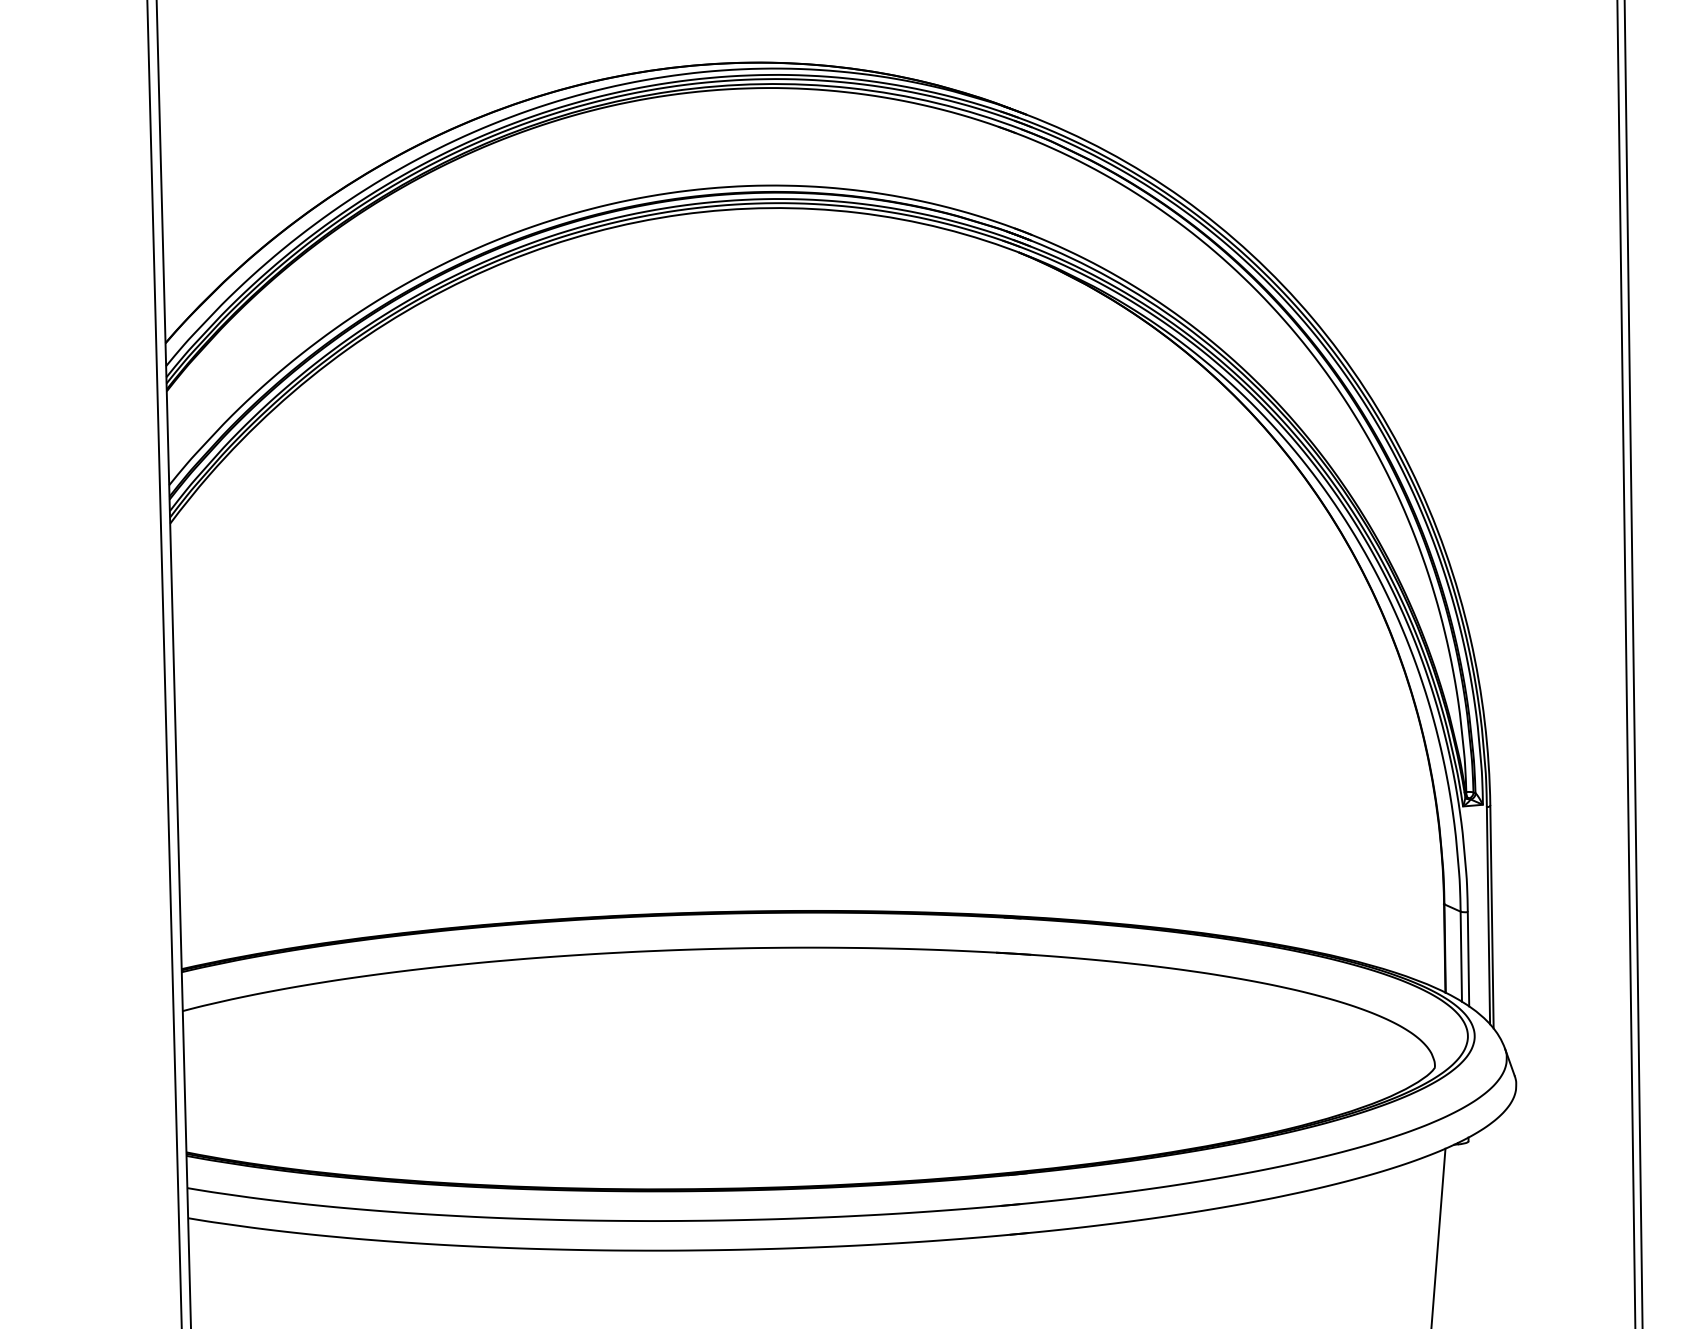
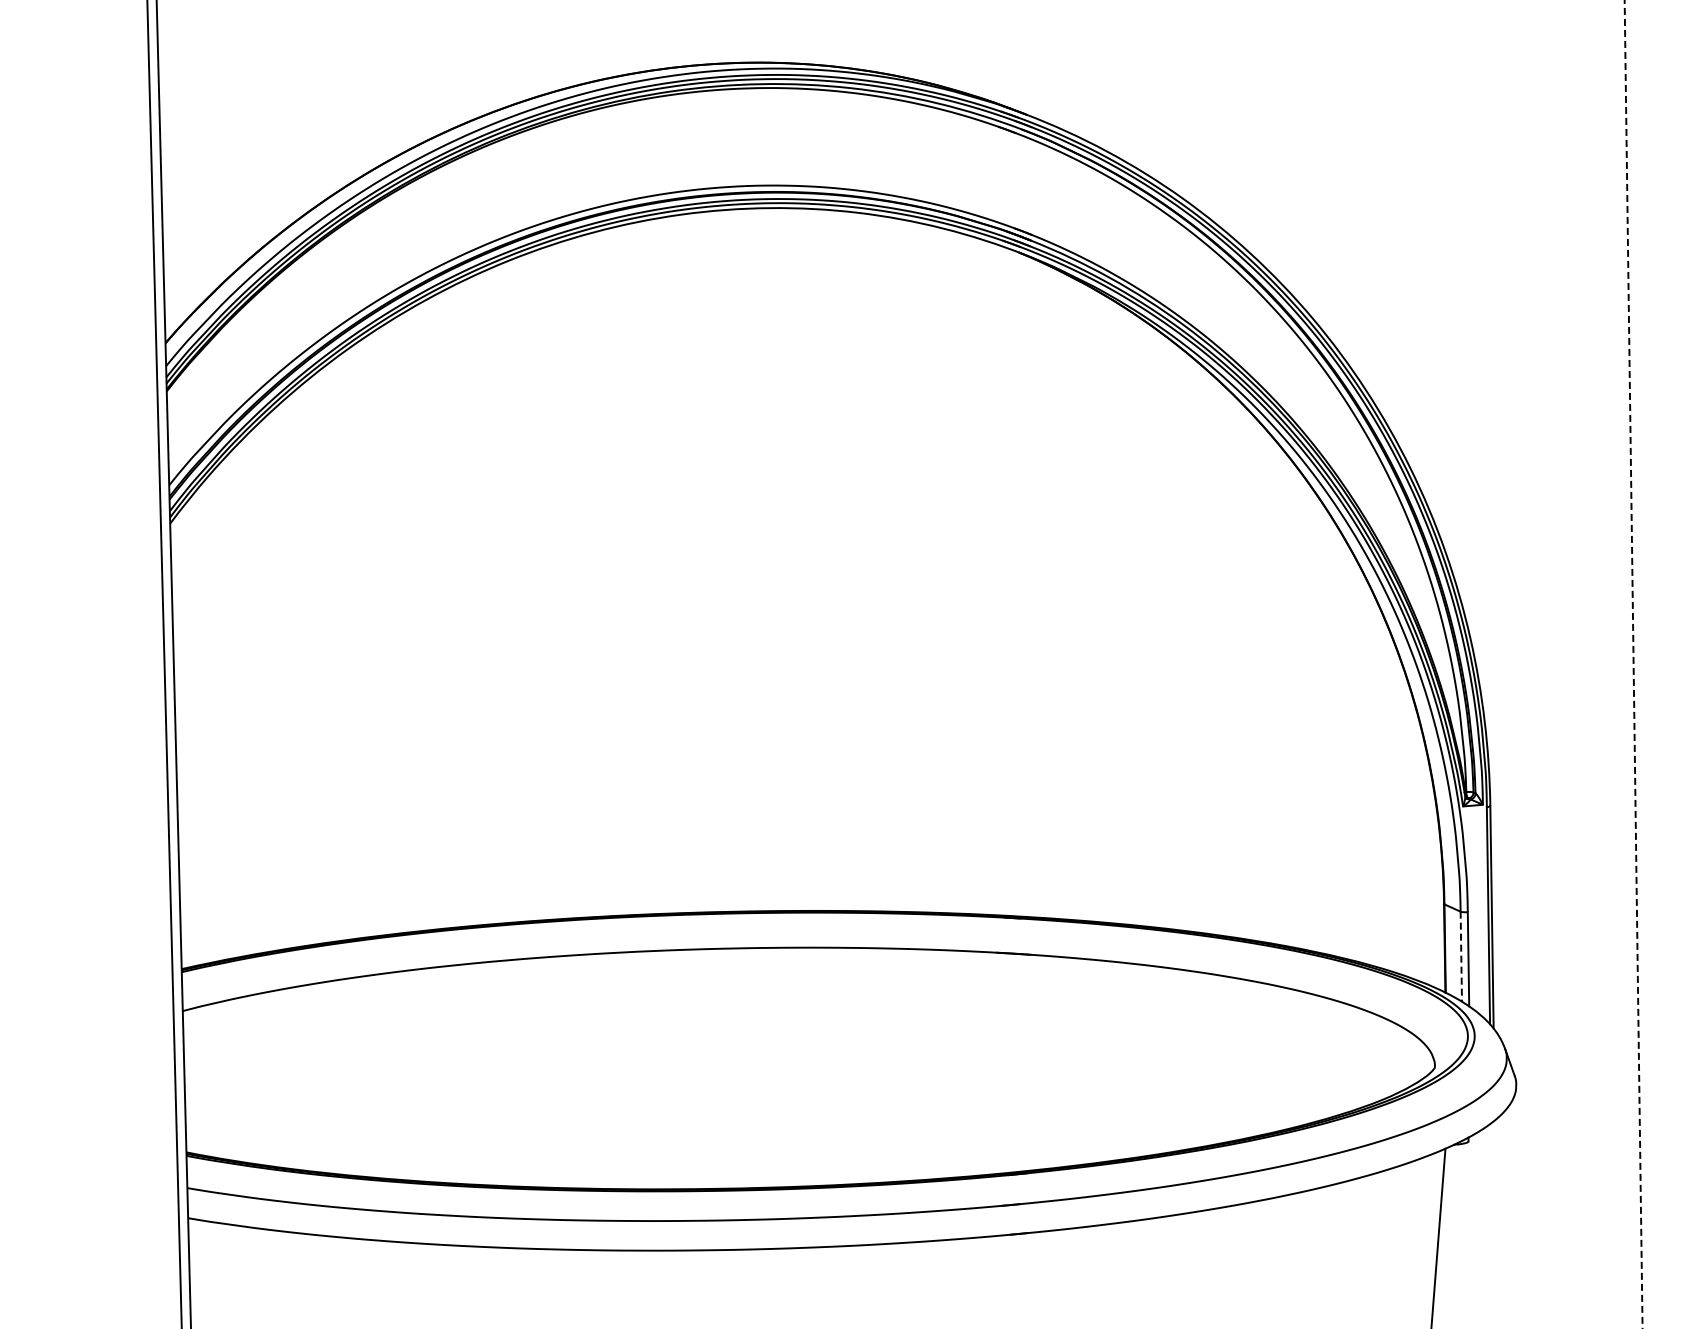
line at (1626, 663): present -> none
line at (1633, 664): solid -> dashed
line at (1461, 957): solid -> dashed
